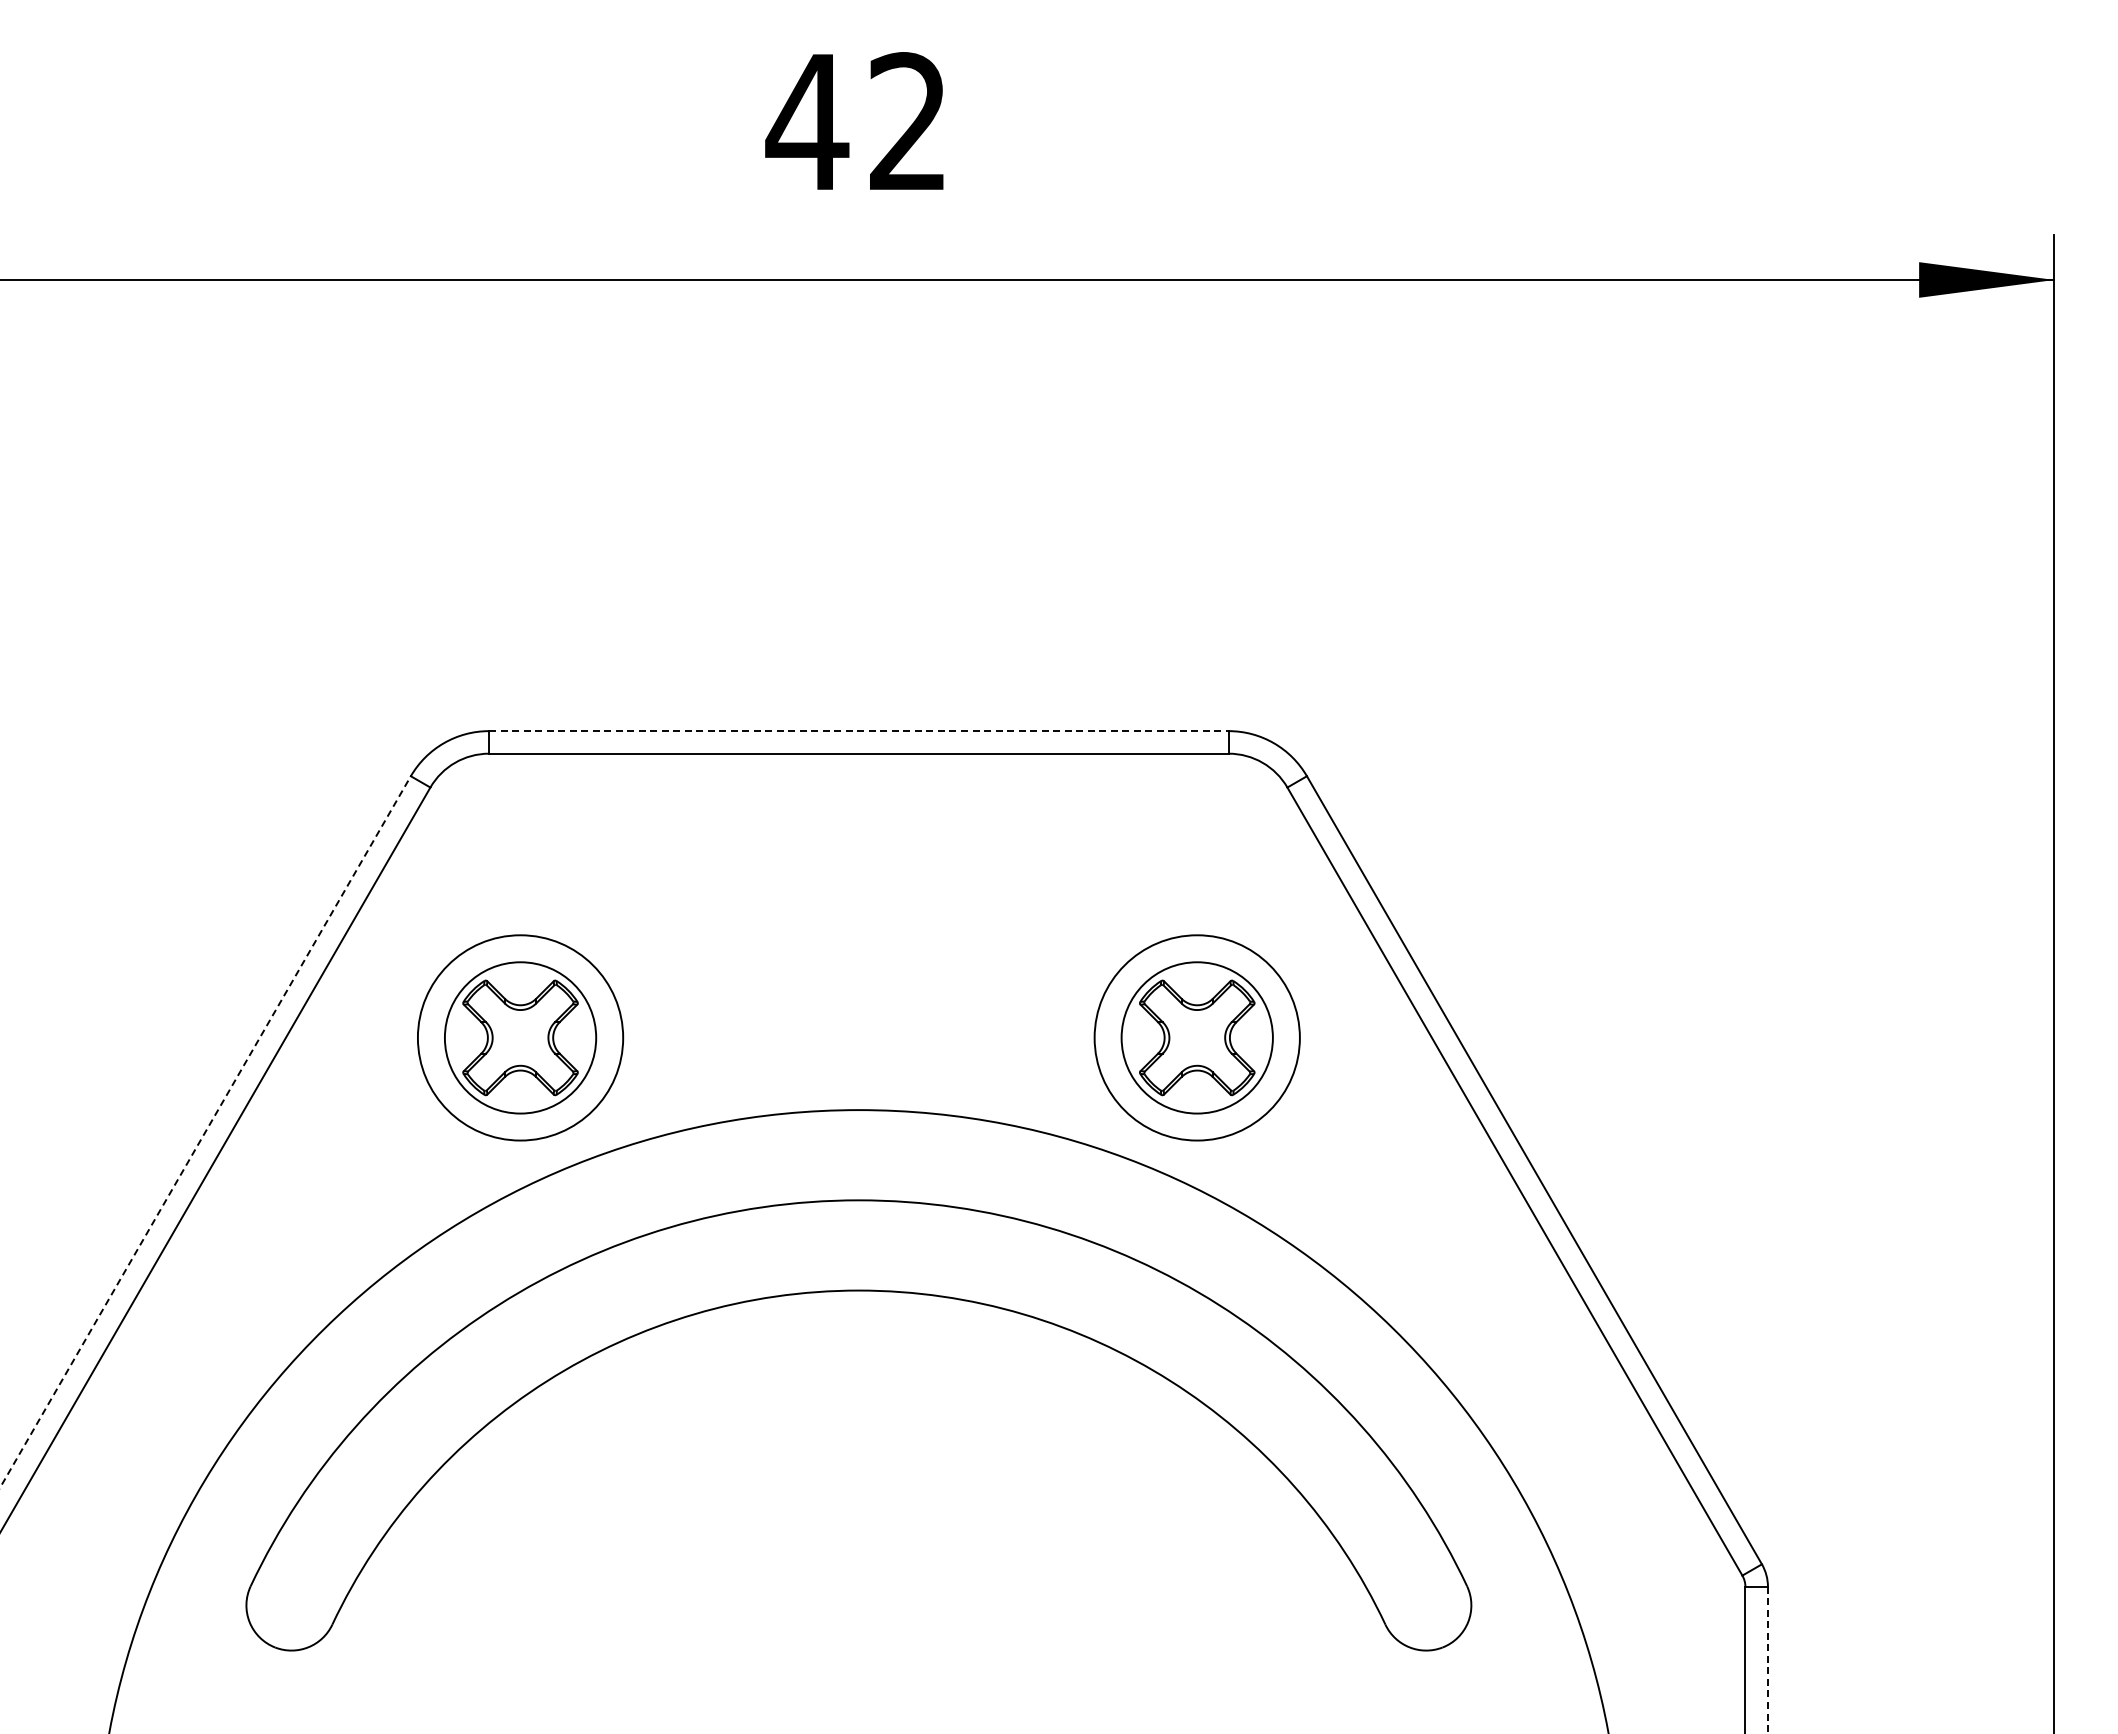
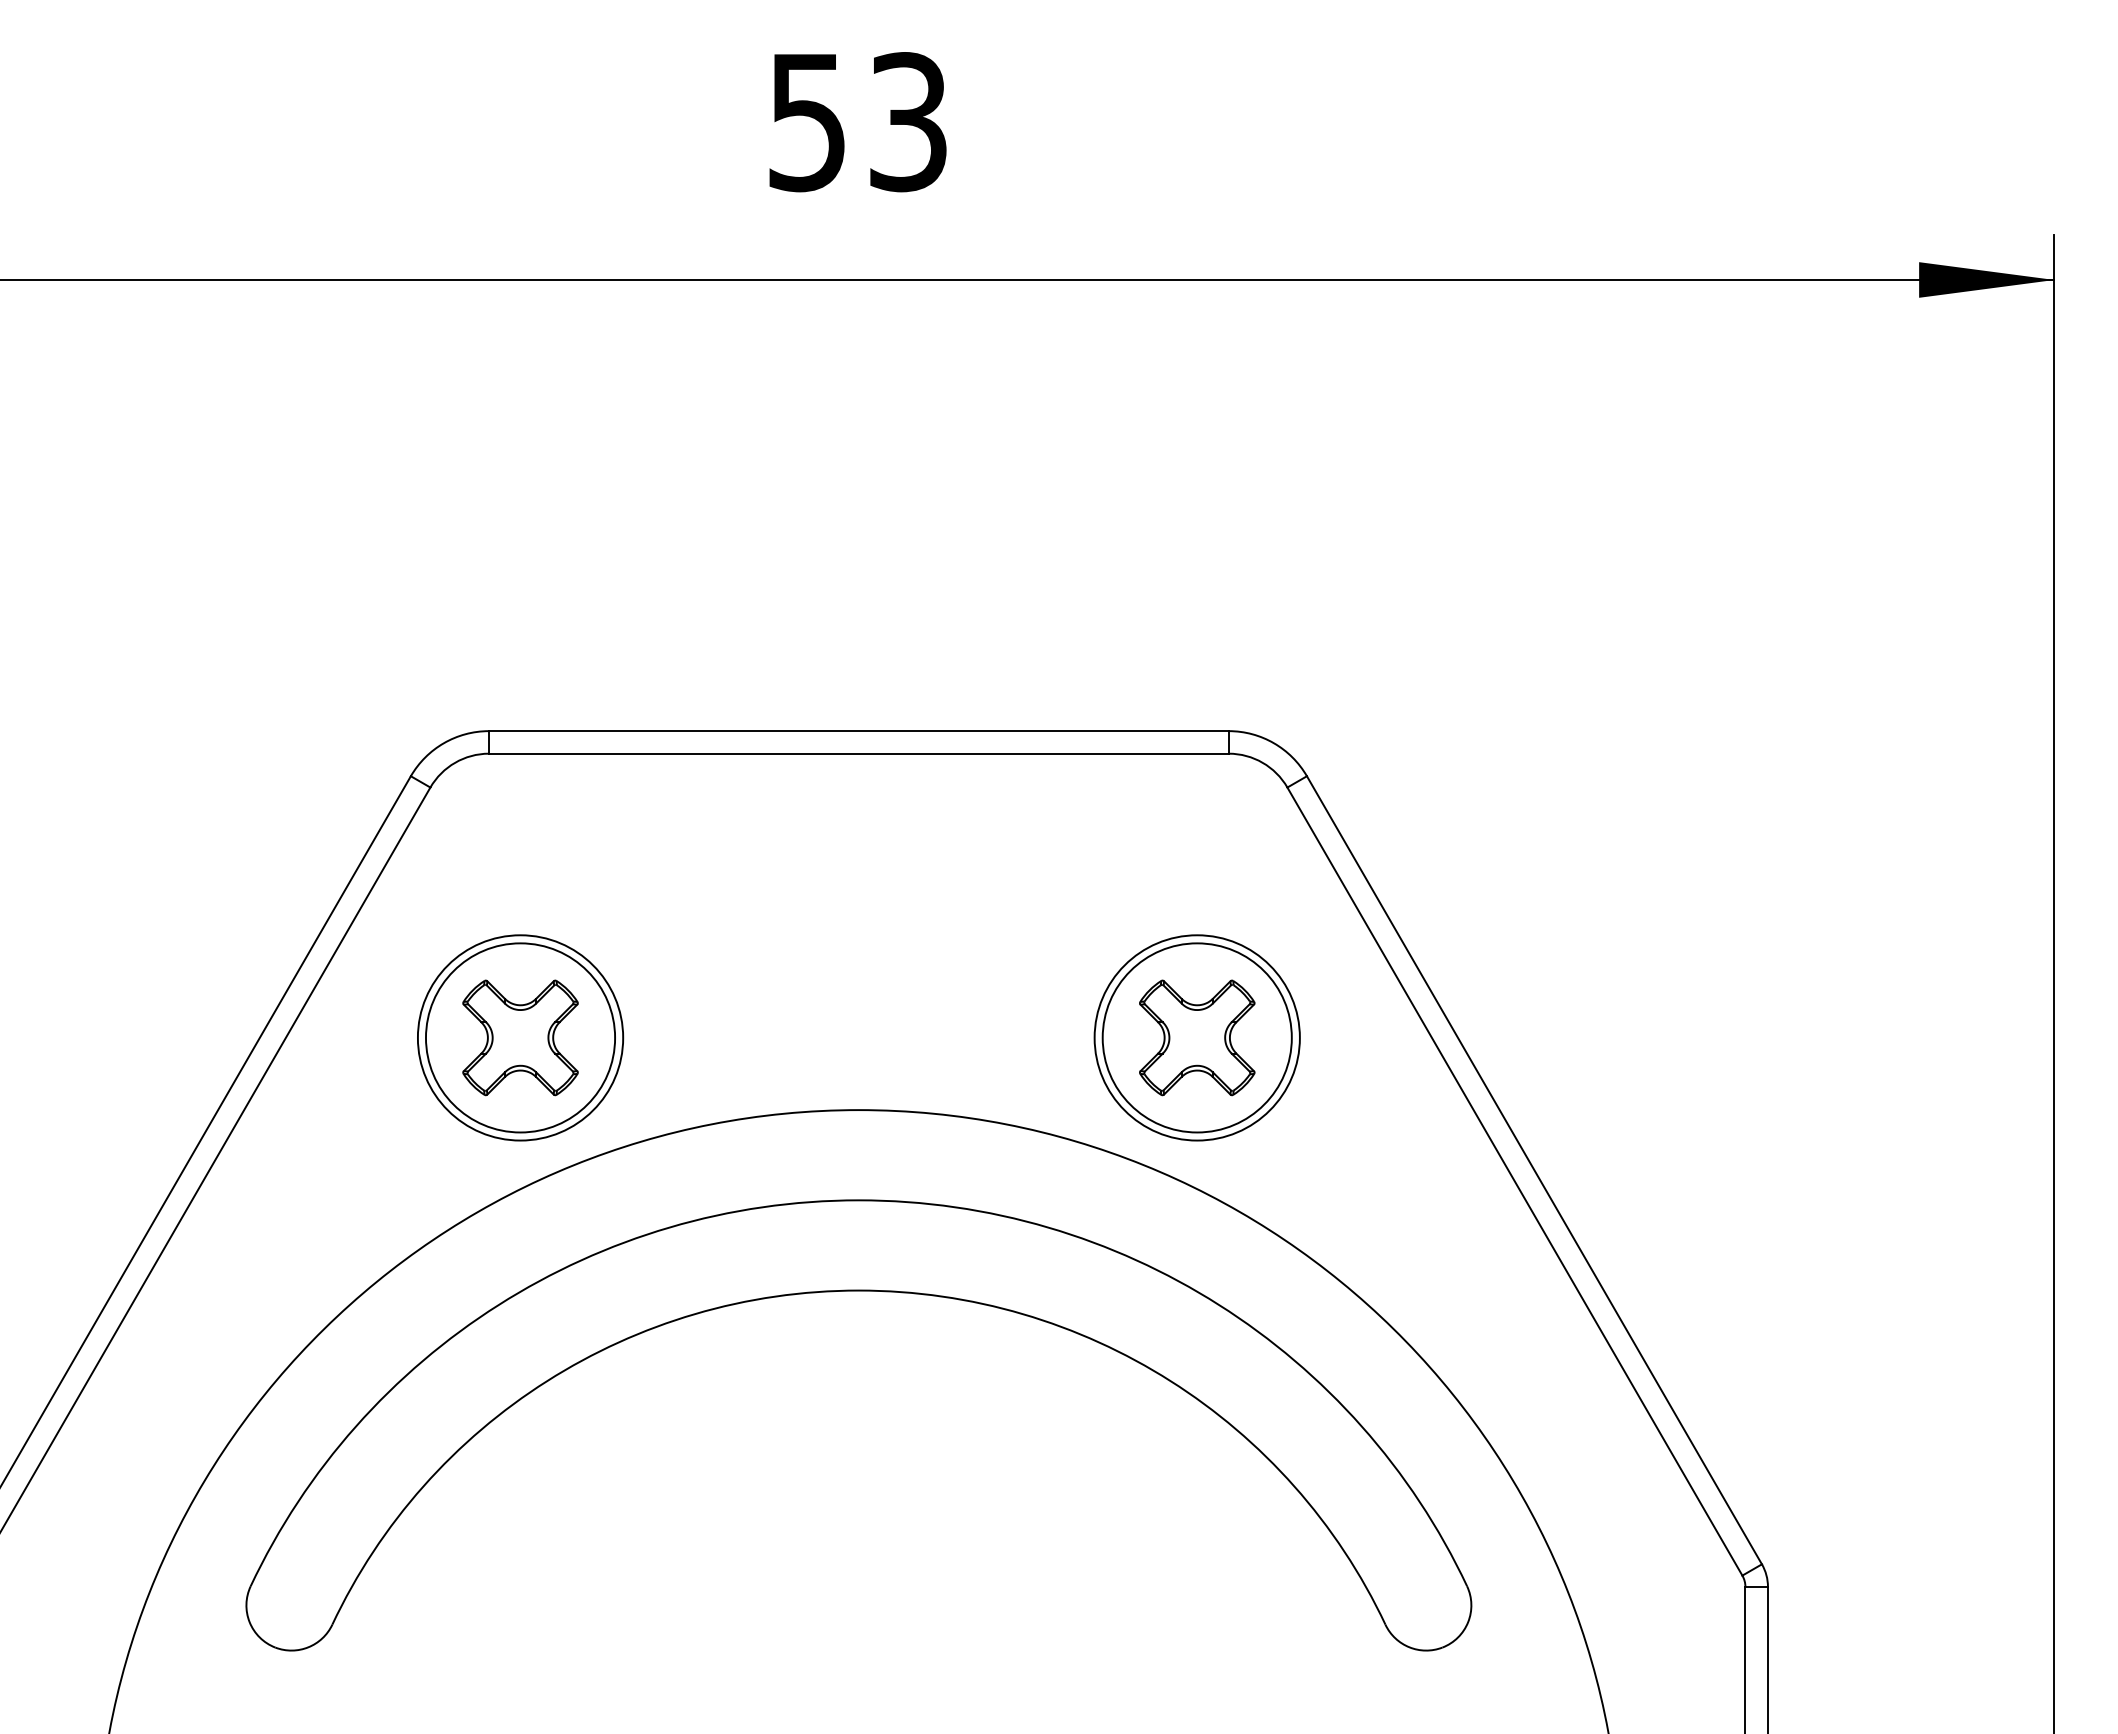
text at (855, 122): 42 -> 53
line at (858, 731): dashed -> solid
circle at (520, 1037) diameter: 151 px -> 189 px
circle at (1196, 1037) diameter: 151 px -> 189 px
line at (205, 1131): dashed -> solid
line at (1767, 1660): dashed -> solid
